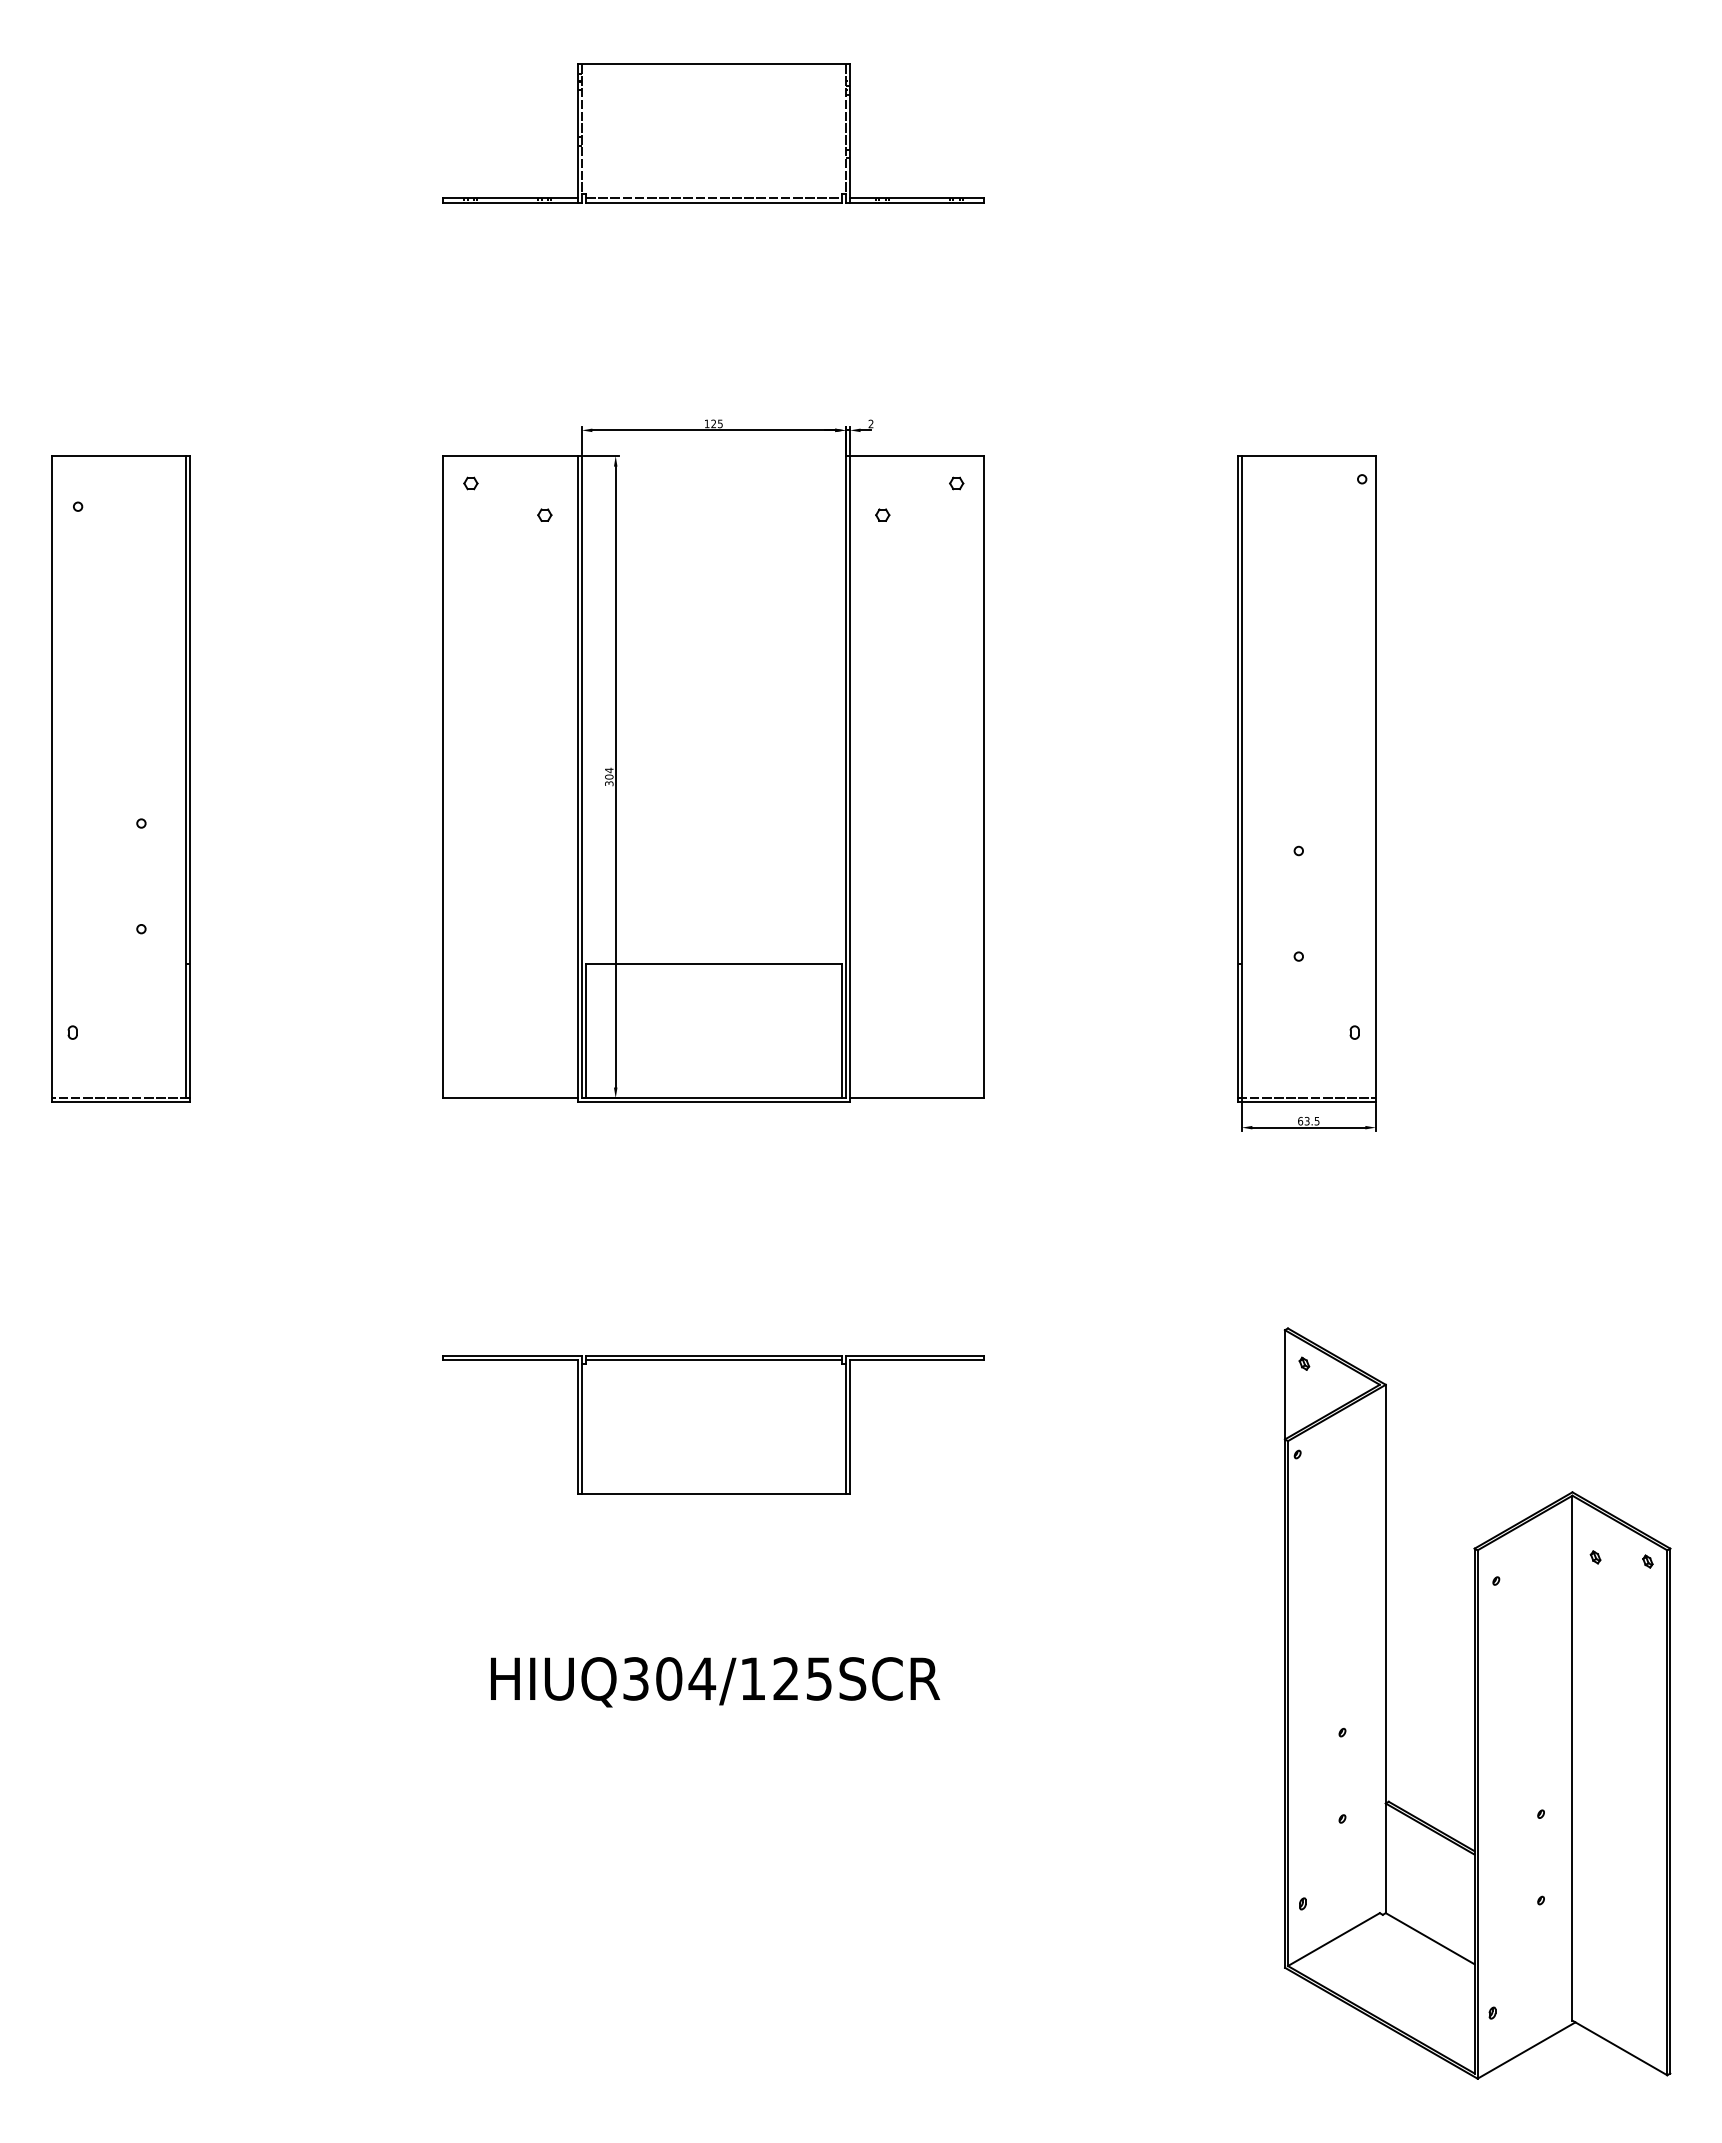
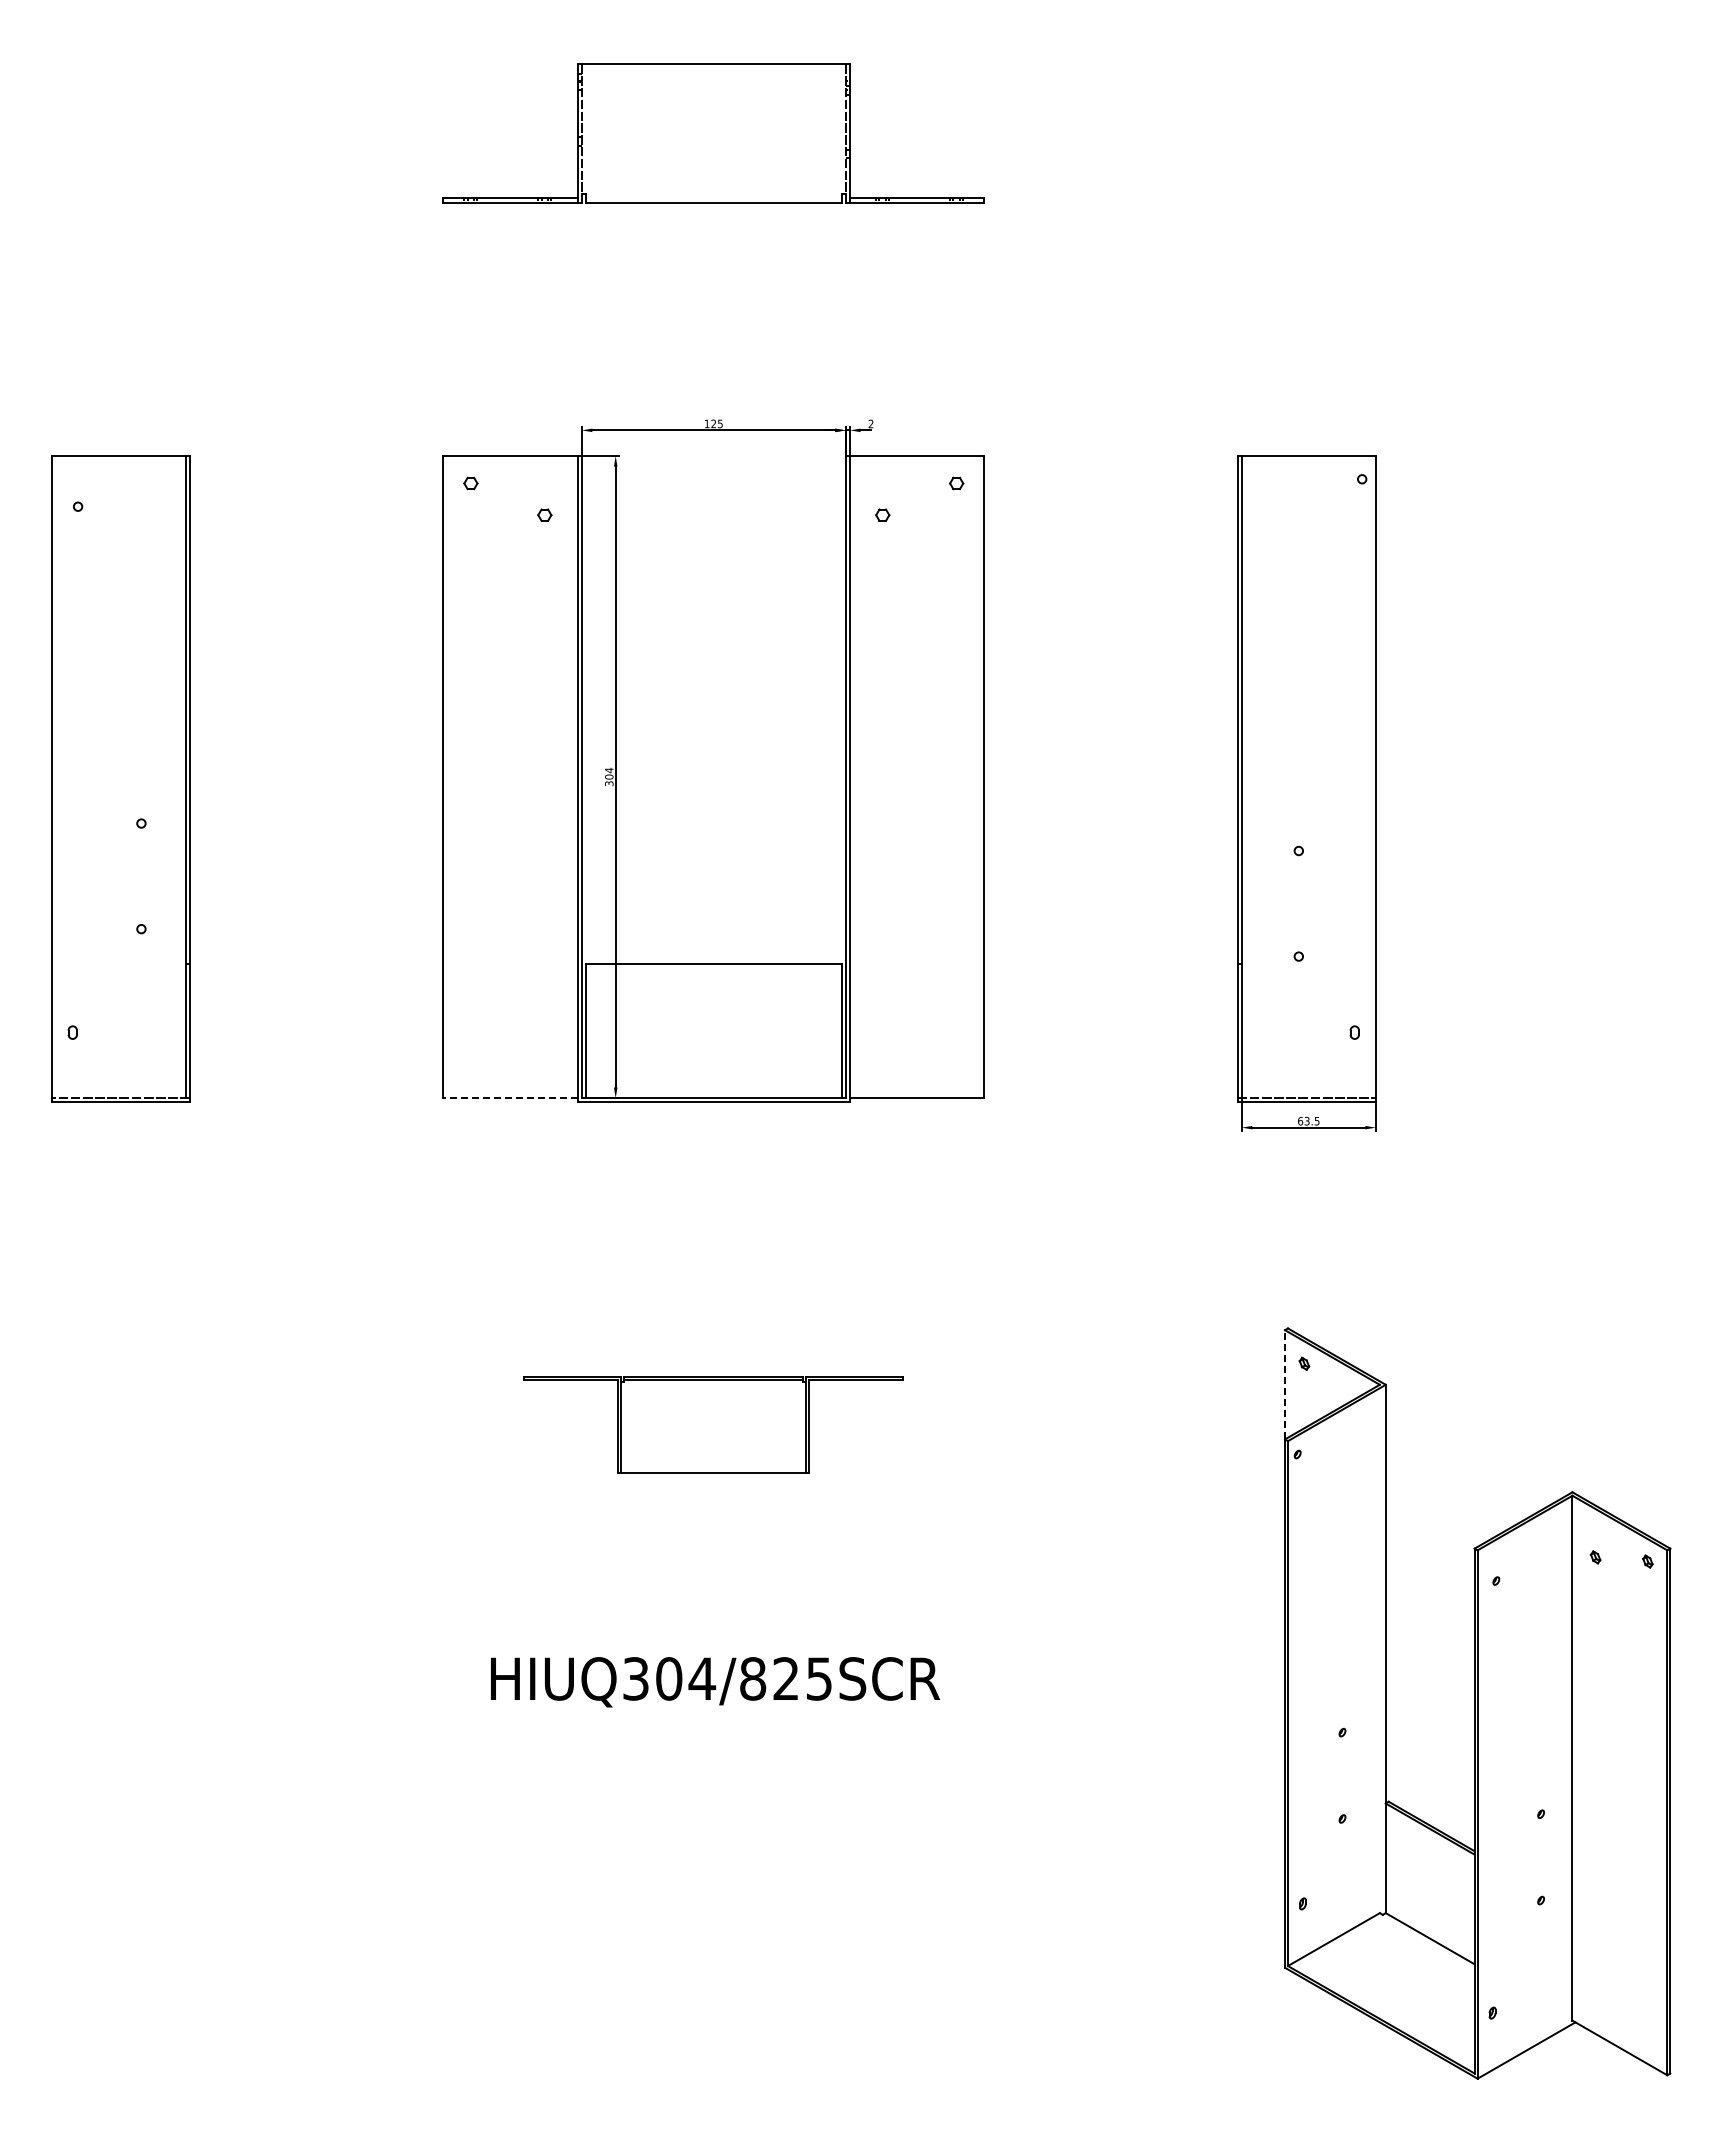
line at (713, 198): present -> none
line at (510, 1098): solid -> dashed
line at (1285, 1384): solid -> dashed
part at (713, 1424) size: 543x140 px -> 381x98 px
text at (753, 1678): HIUQ304/125SCR -> HIUQ304/825SCR
